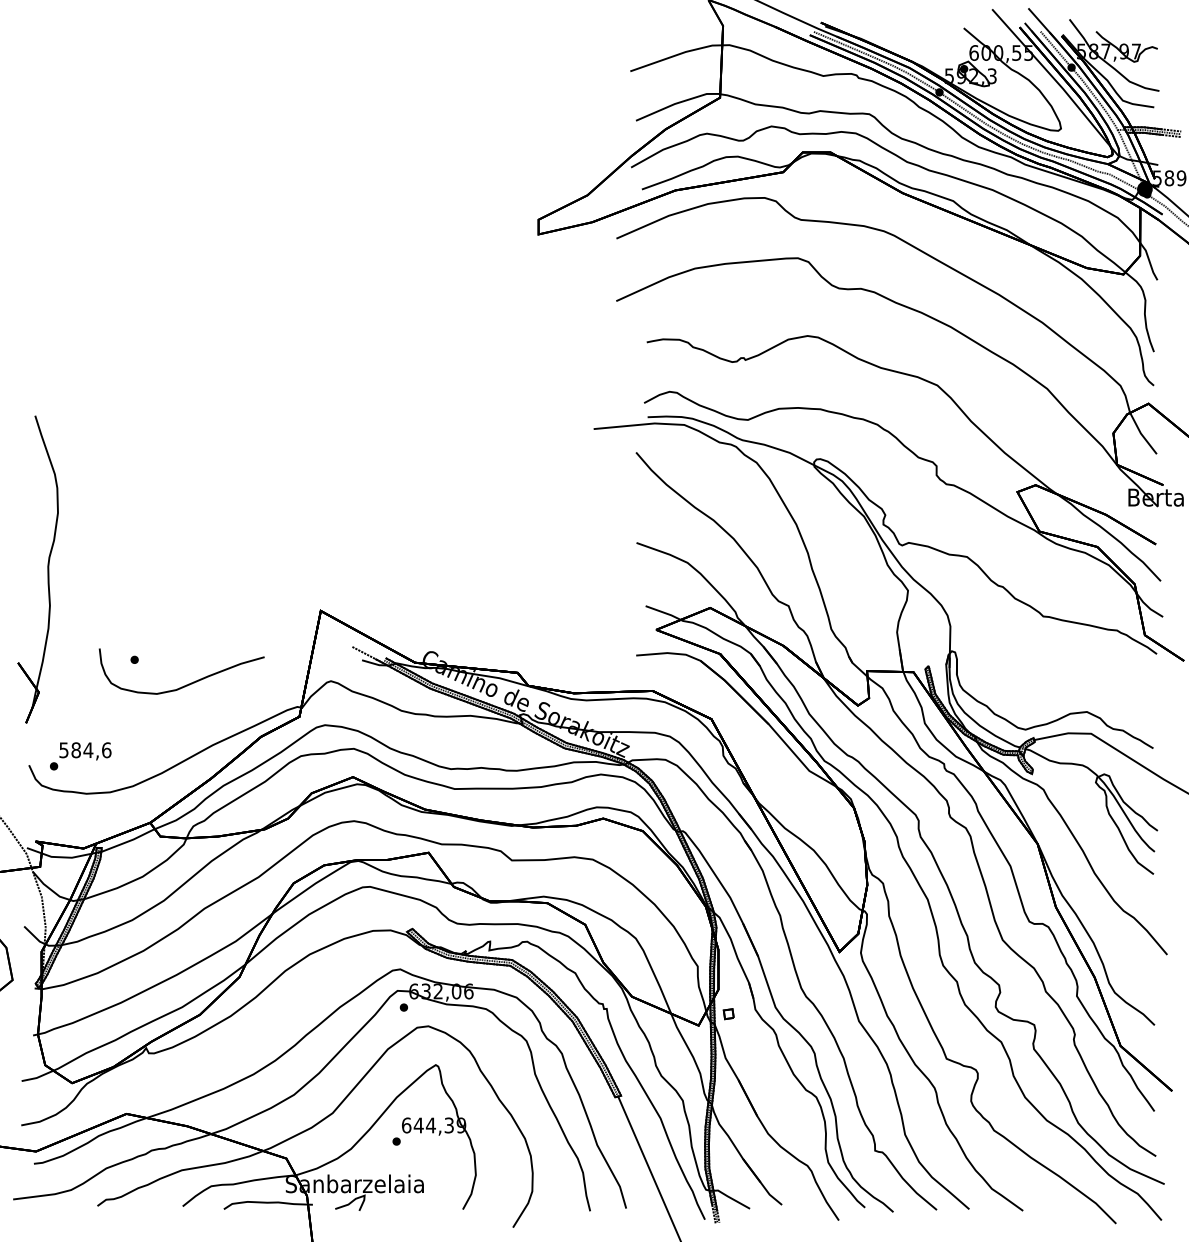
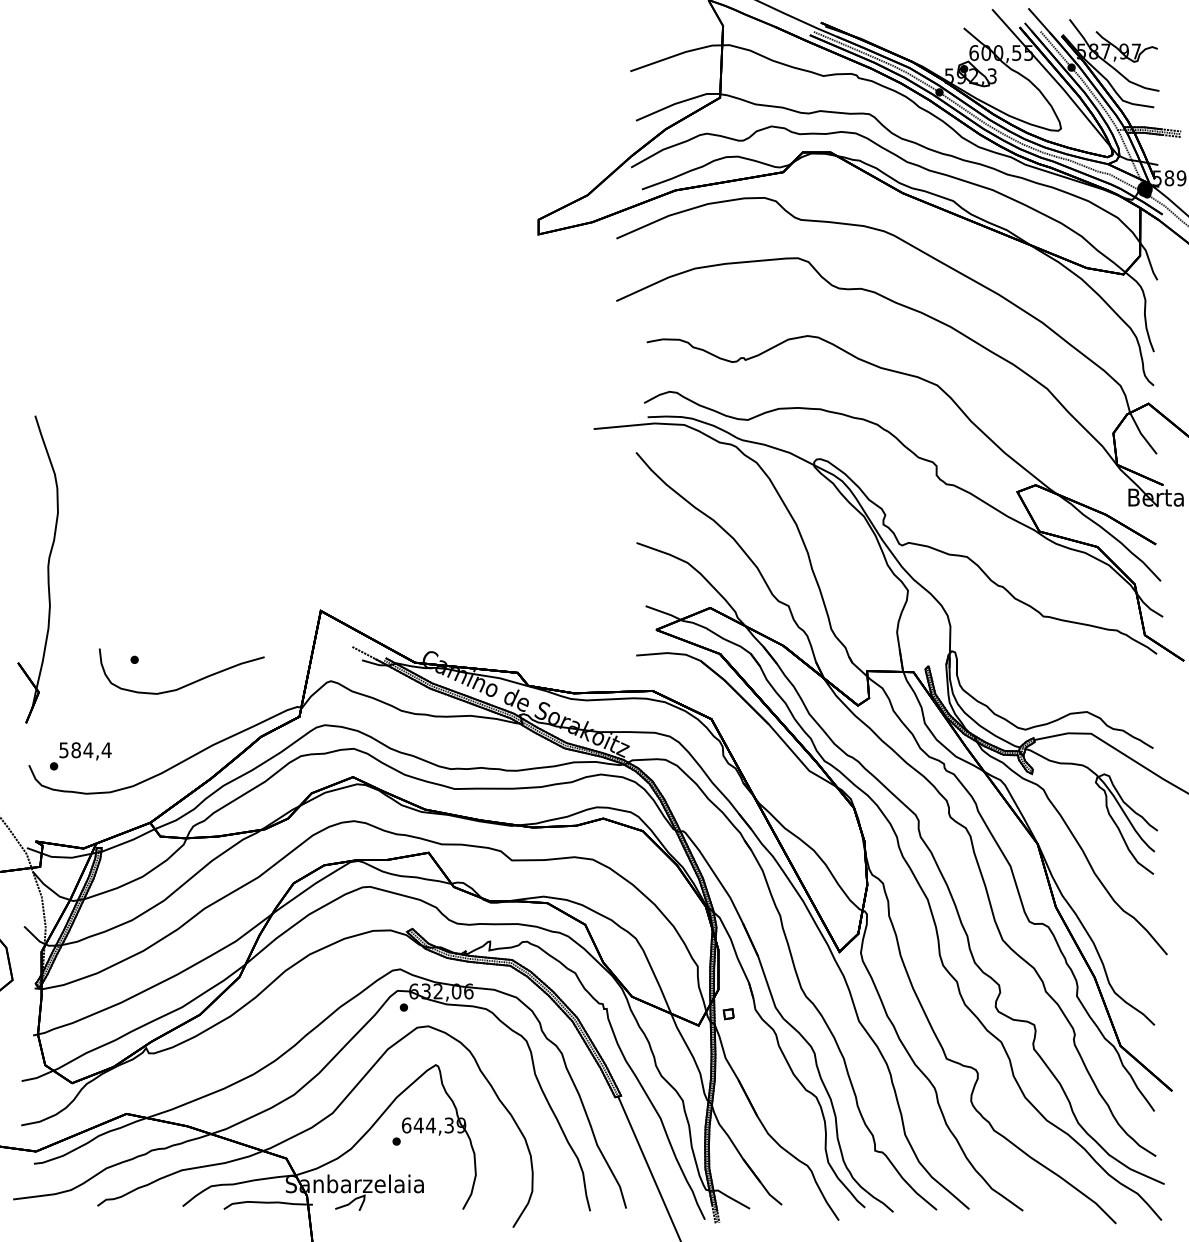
text at (106, 750): 584,6 -> 584,4
